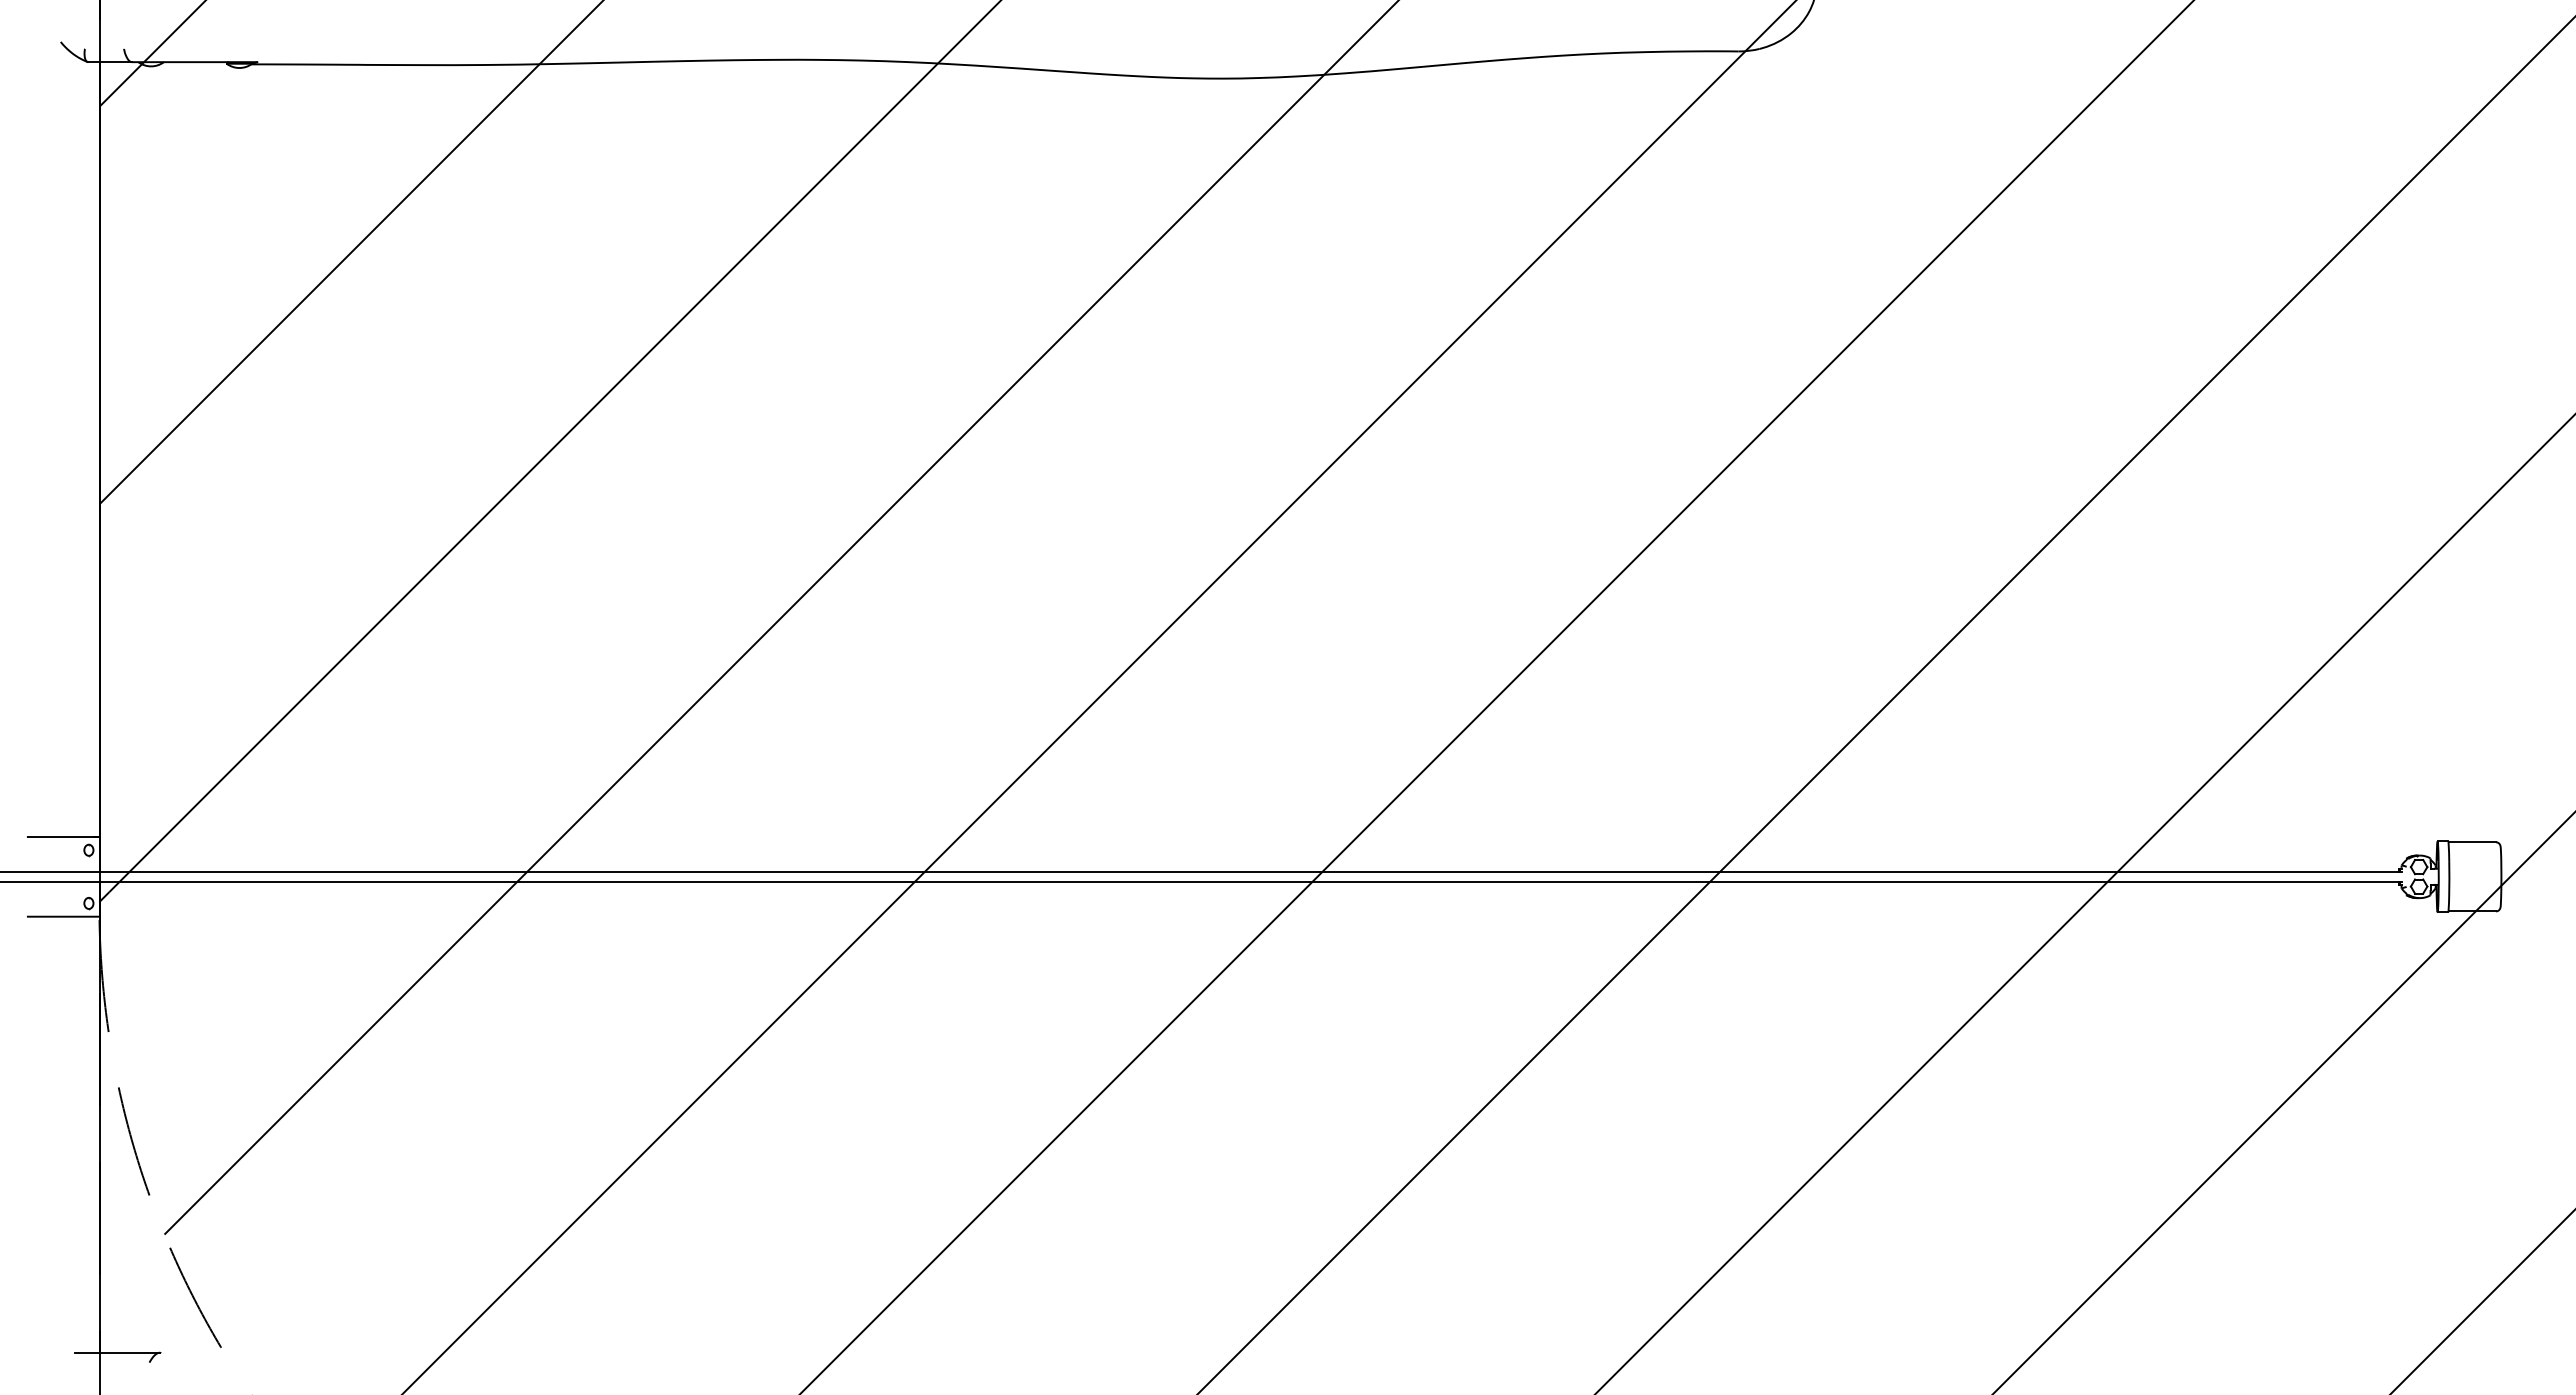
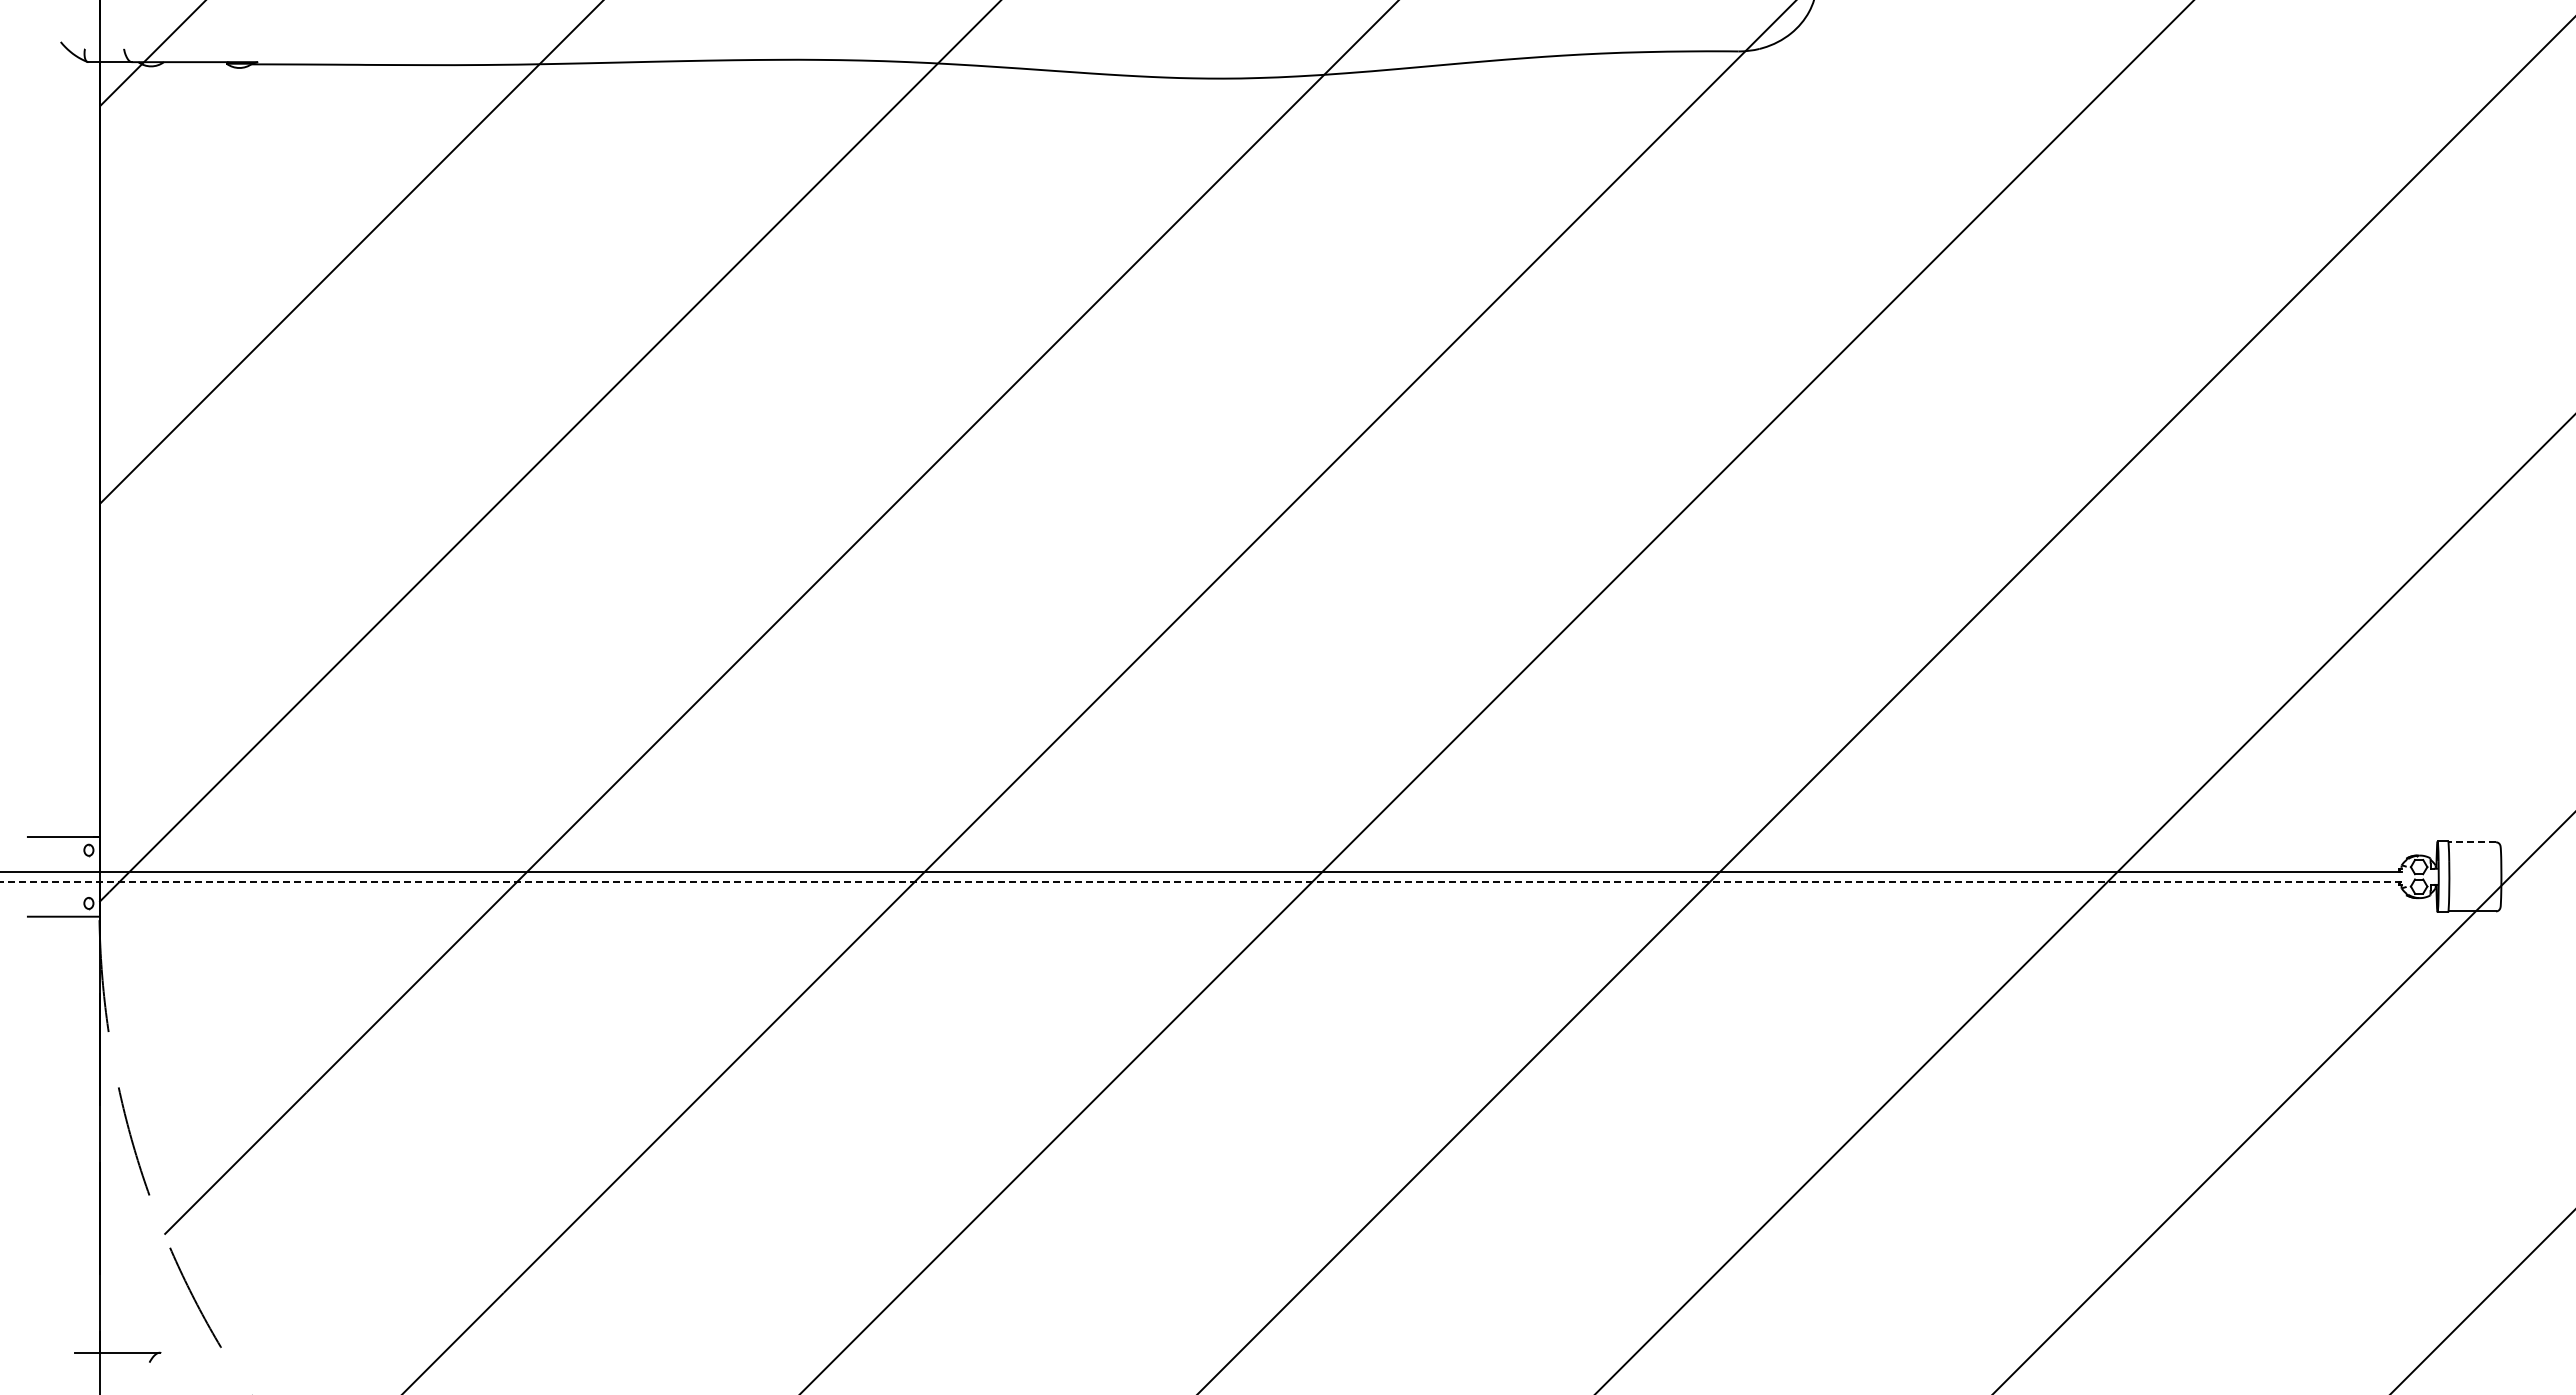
line at (2472, 842): solid -> dashed
line at (1201, 882): solid -> dashed
